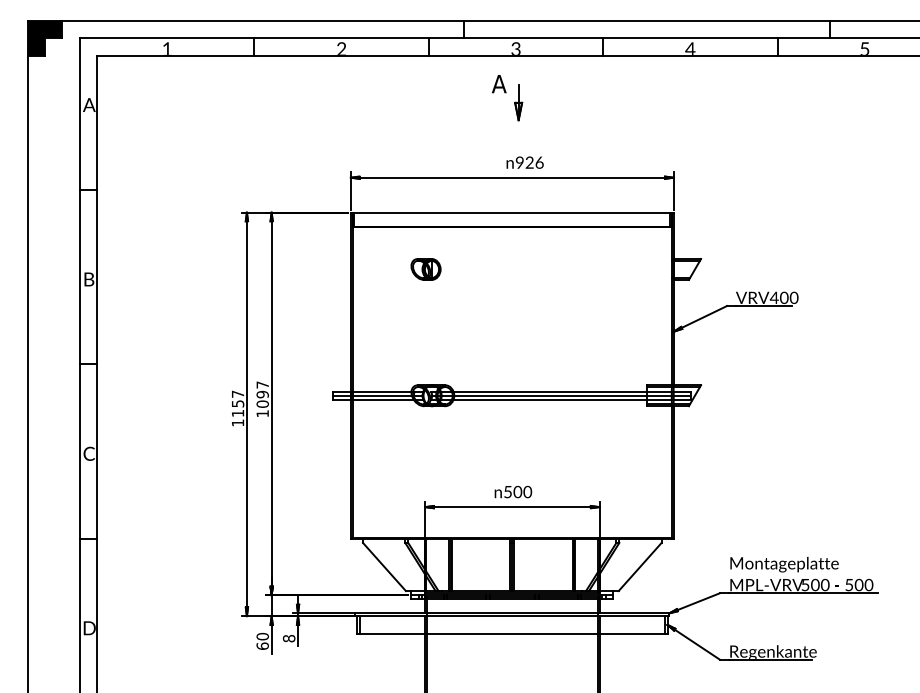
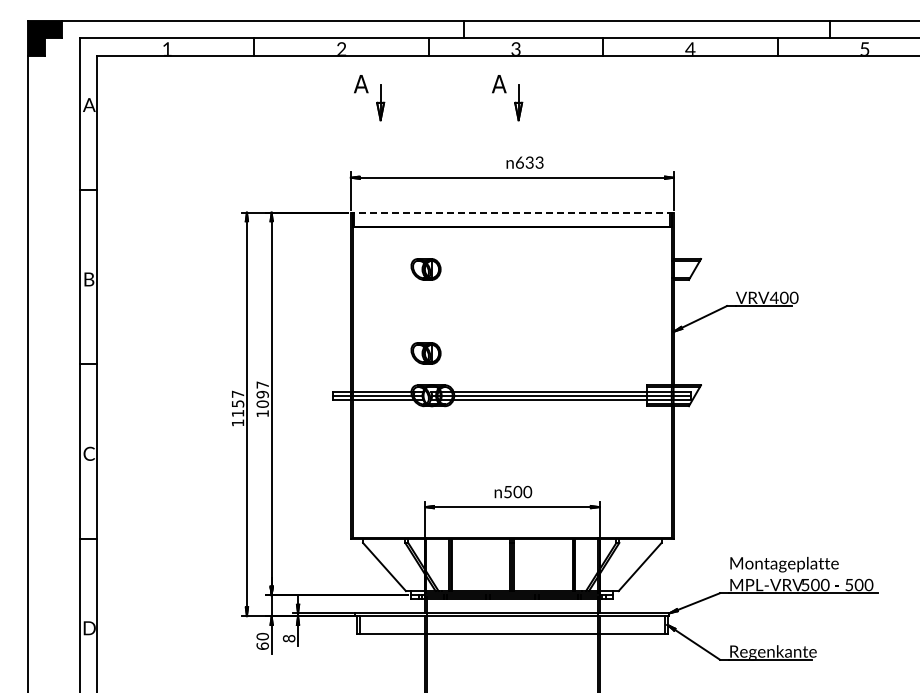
part at (369, 98): none -> present
text at (529, 162): 926 -> 633
line at (511, 212): solid -> dashed
part at (425, 353): none -> present
